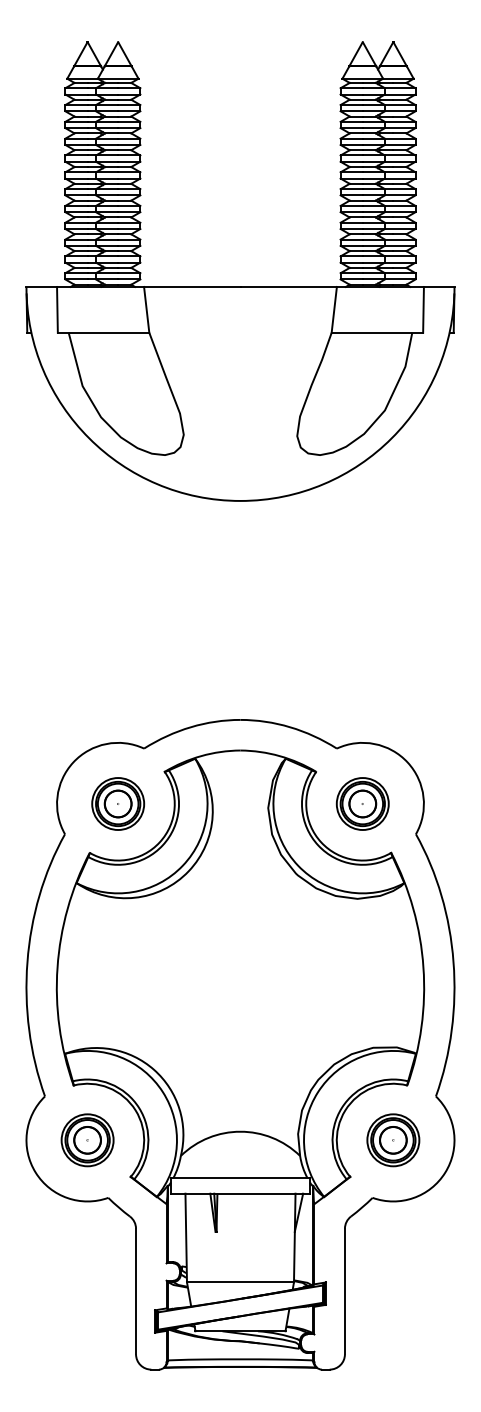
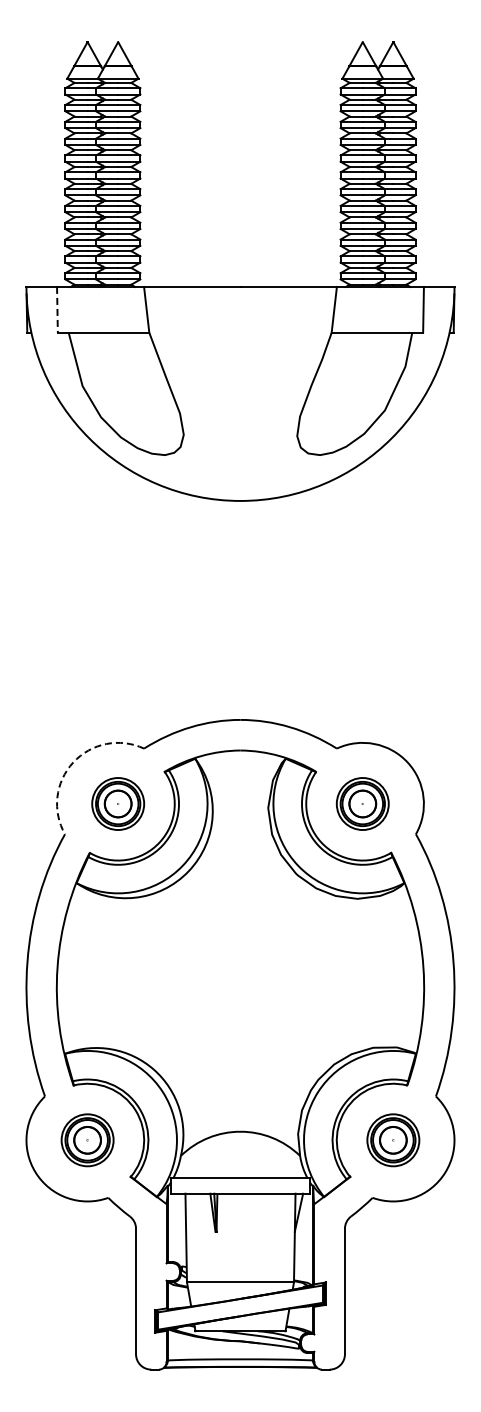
line at (57, 309): solid -> dashed
arc at (73, 762): solid -> dashed
